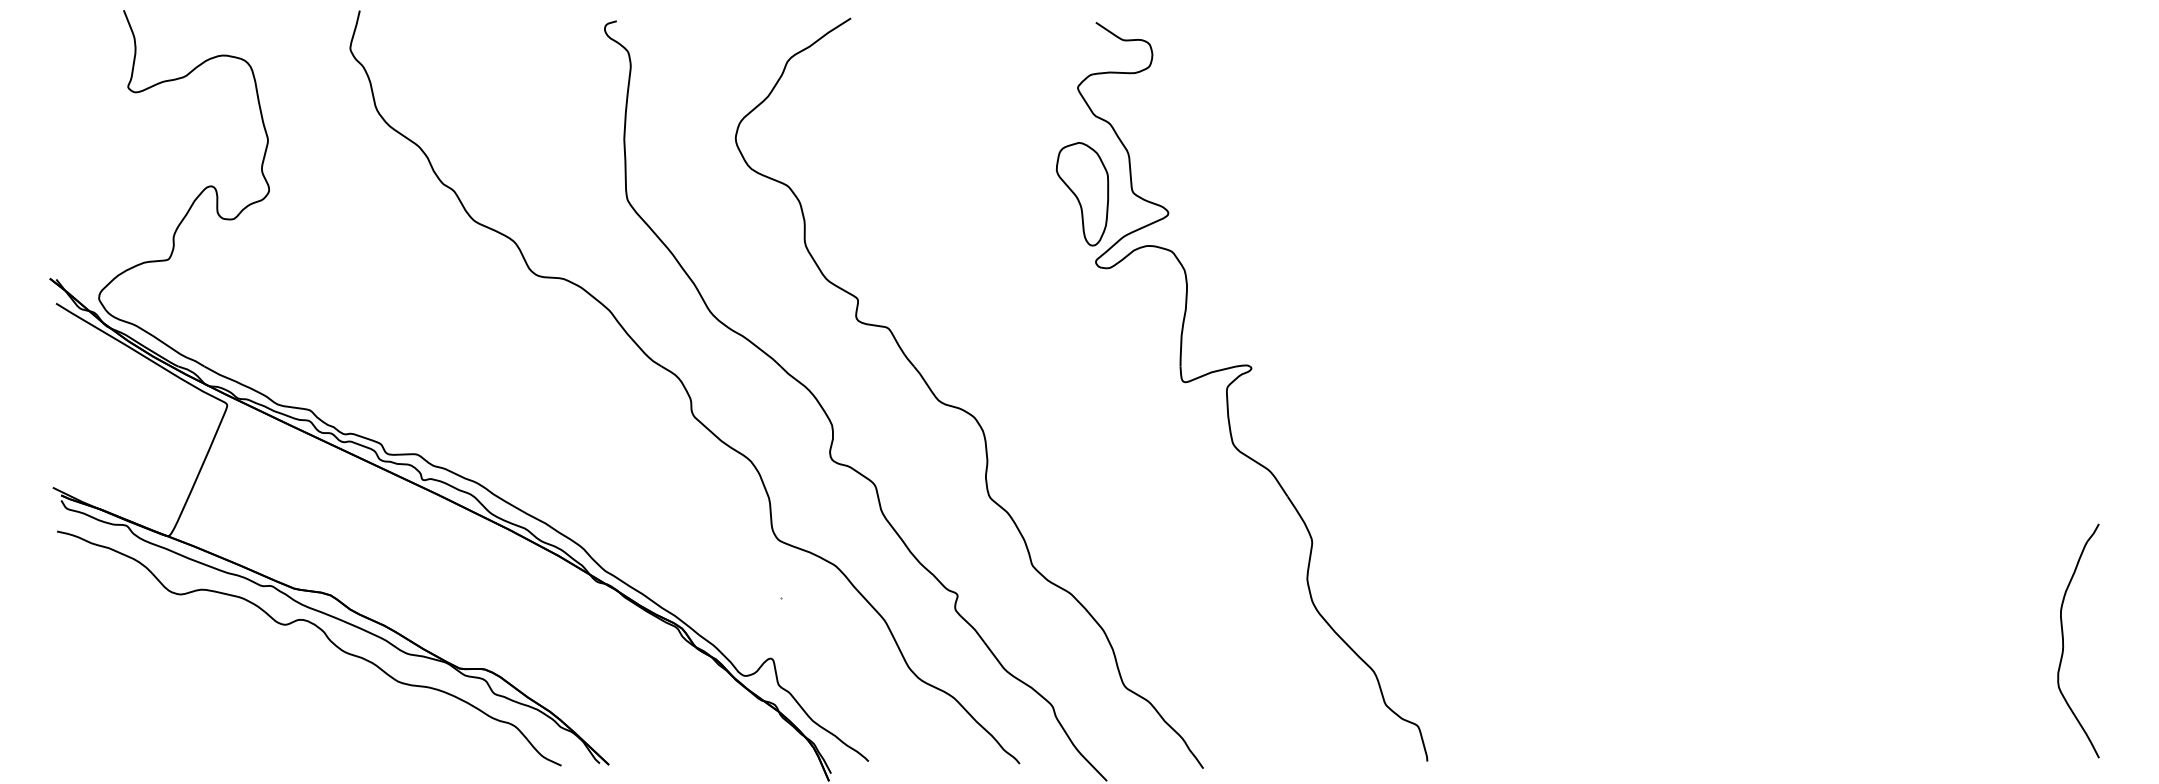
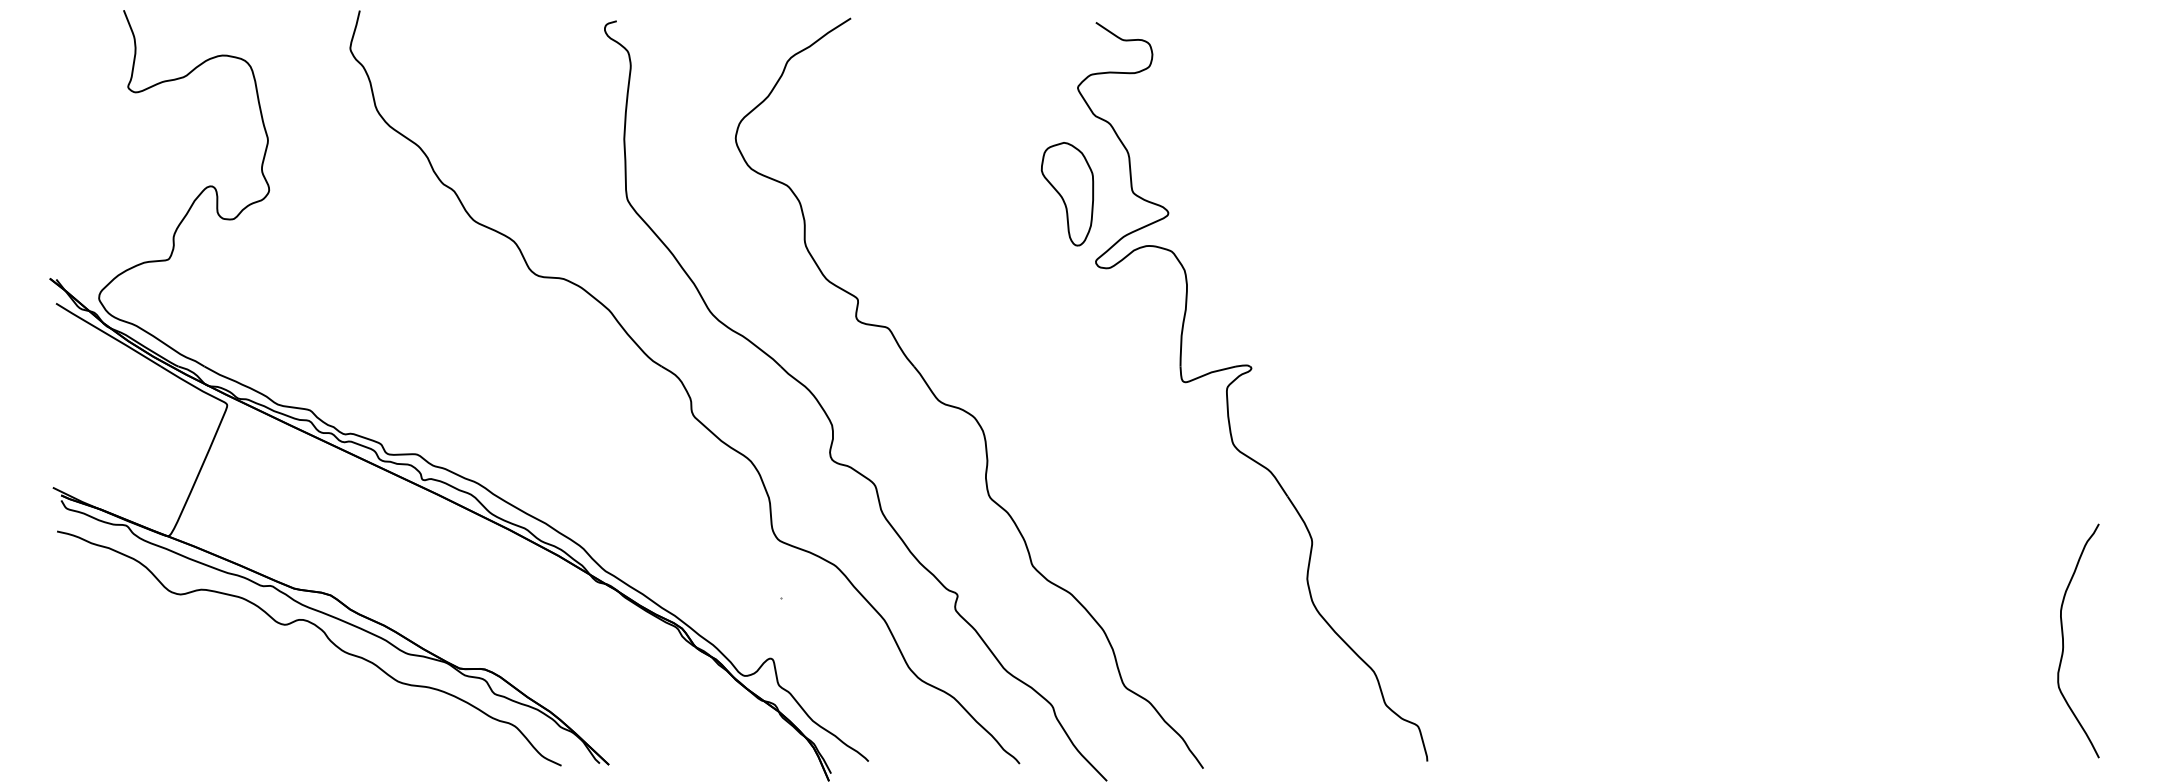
part at (1082, 194) position: (1082, 194) -> (1067, 194)
